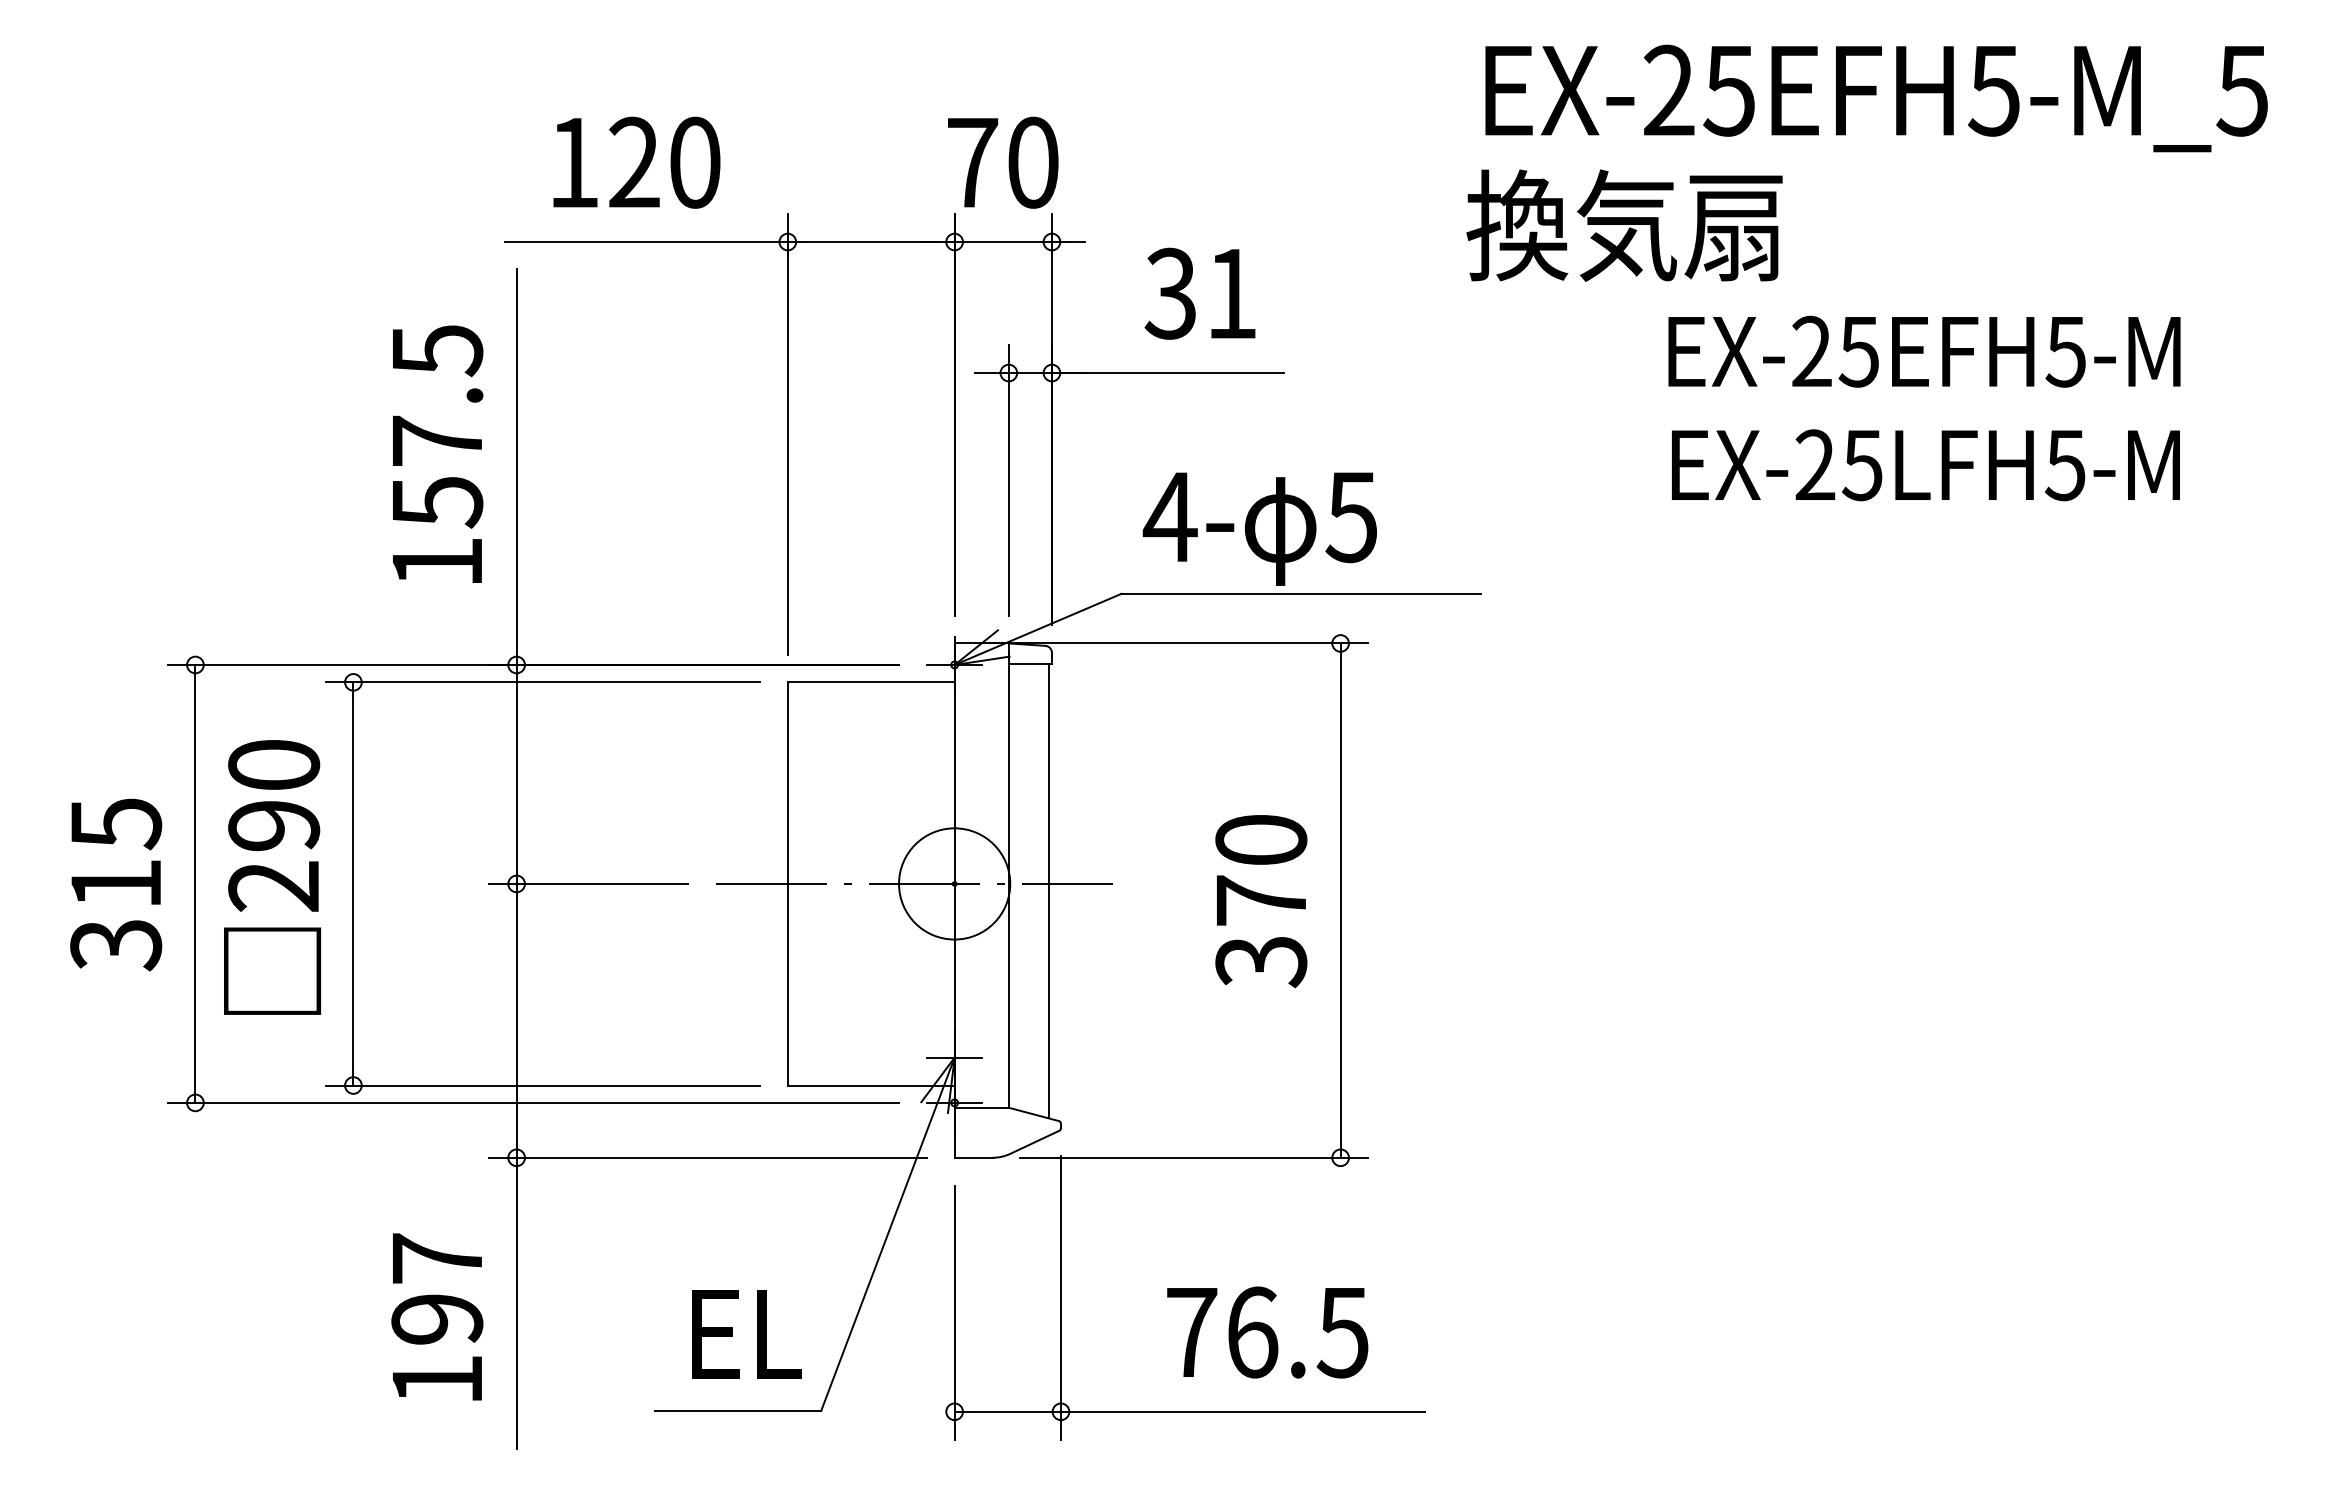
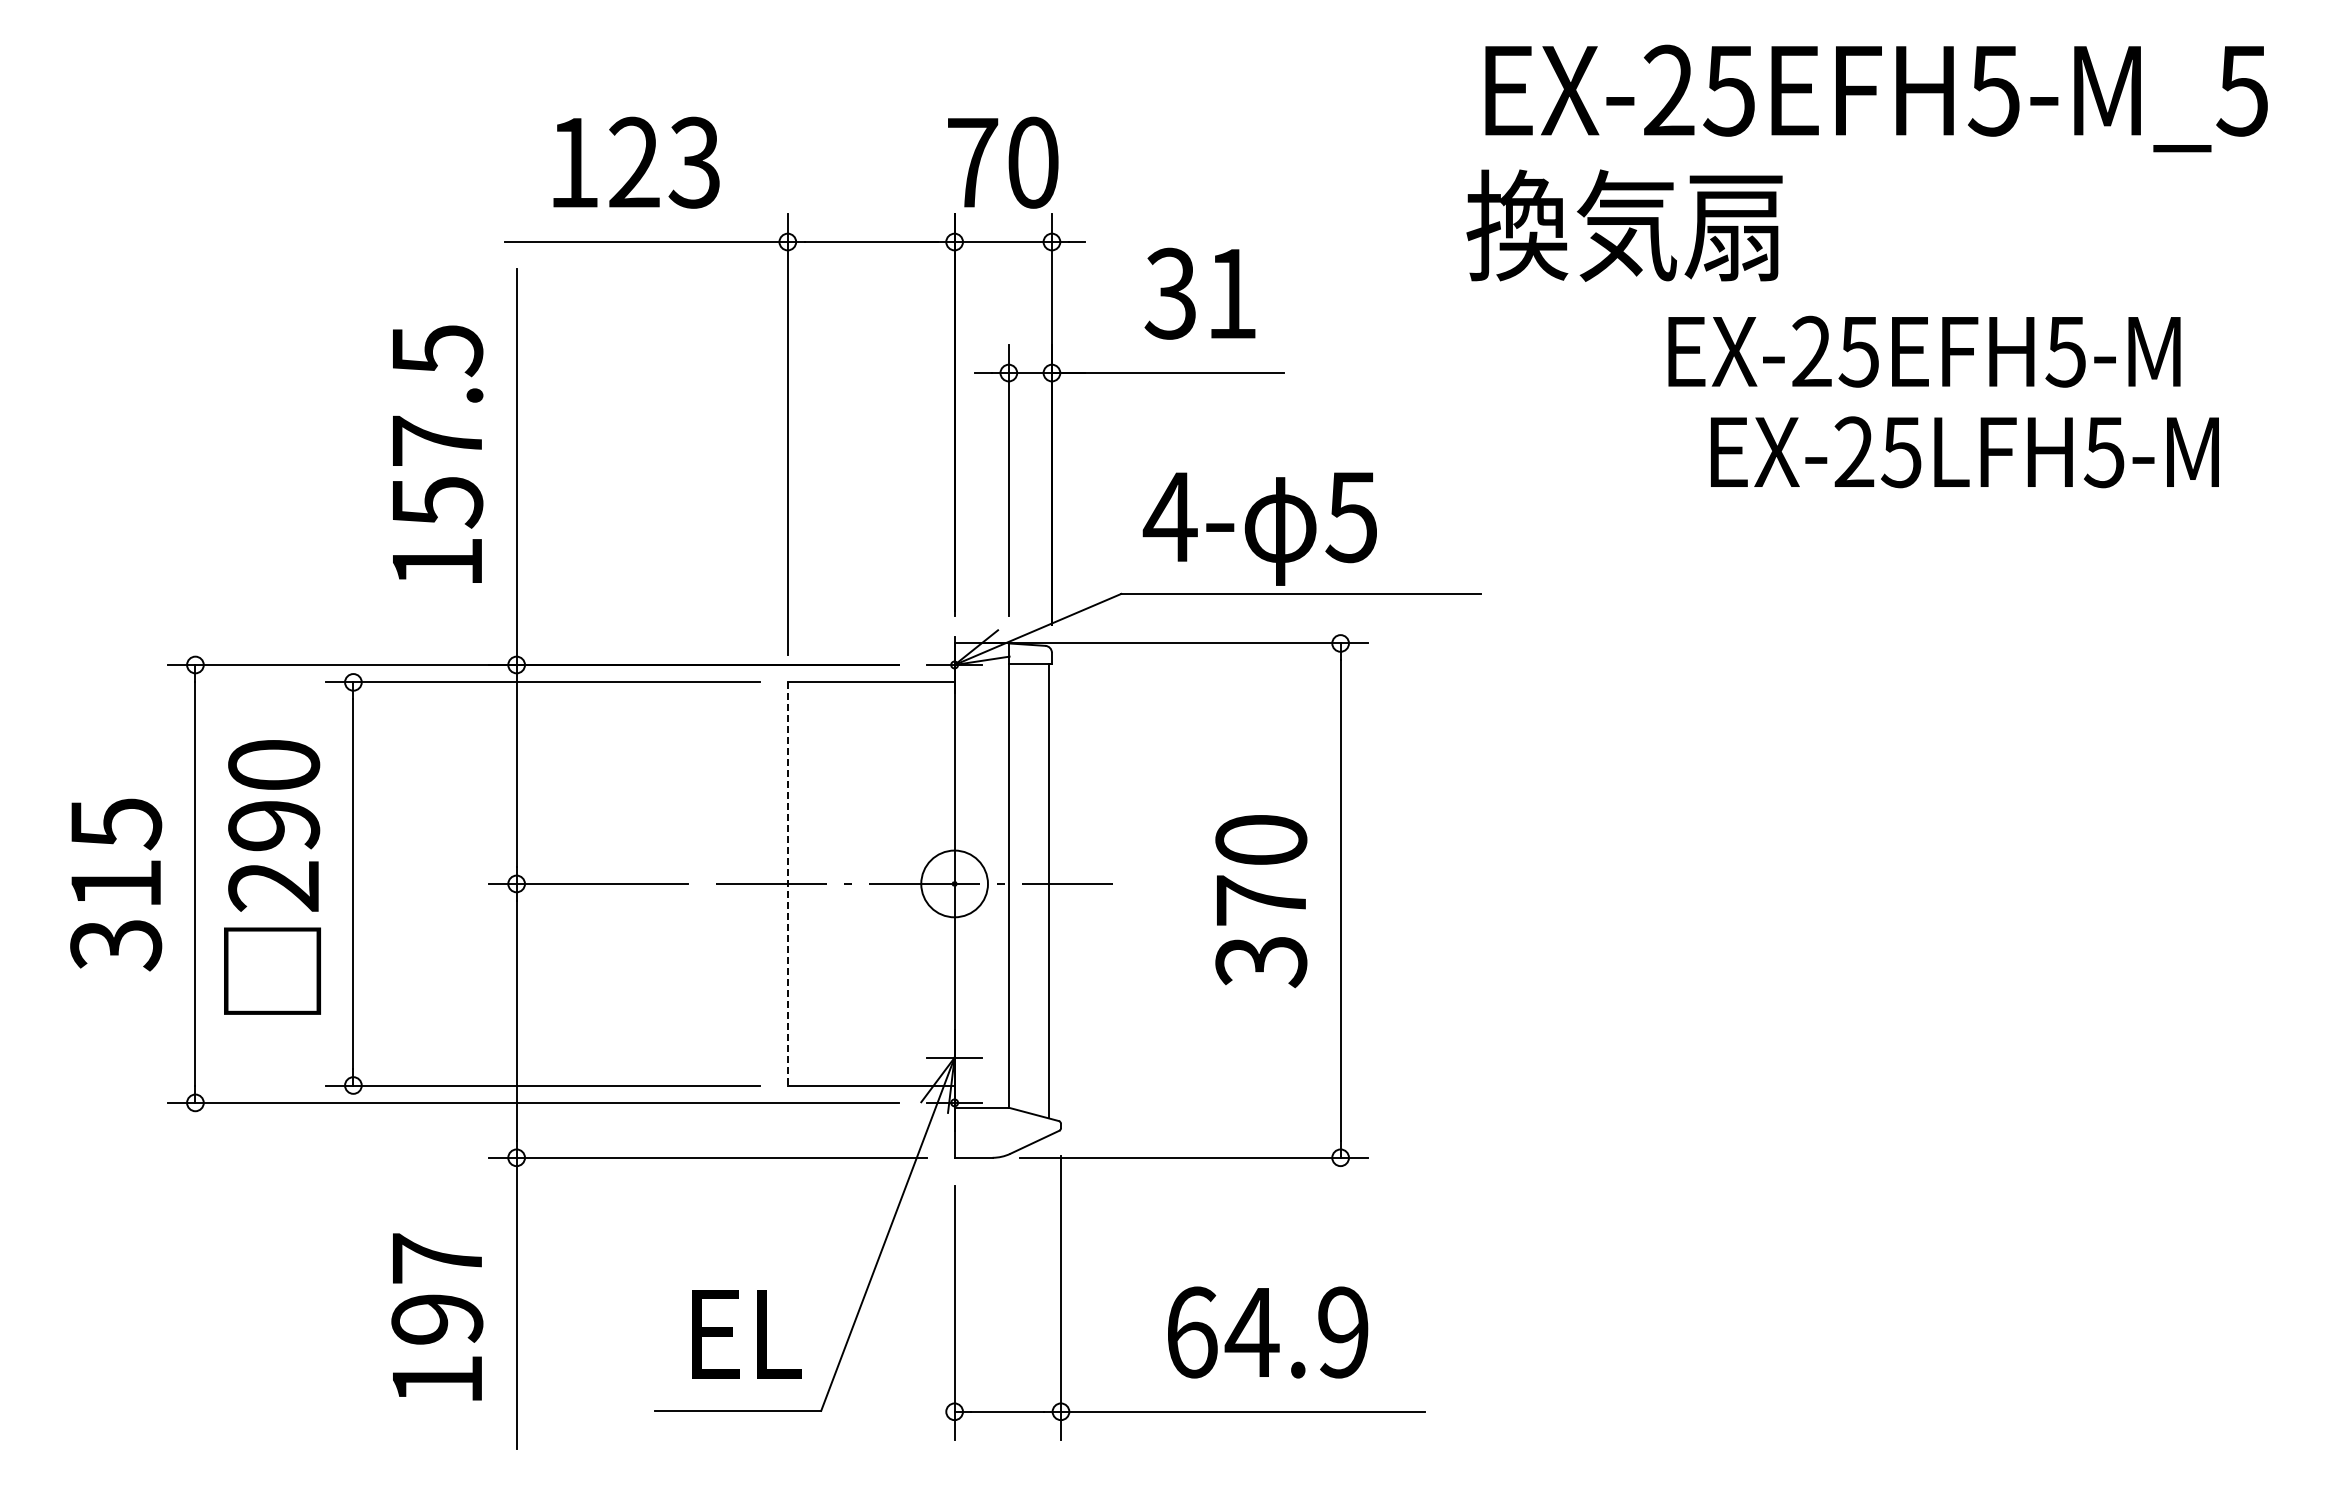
text at (694, 162): 120 -> 123
text at (1925, 465) position: (1925, 465) -> (1964, 452)
line at (787, 883): solid -> dashed
circle at (954, 883) diameter: 111 px -> 67 px
text at (1267, 1332): 76.5 -> 64.9
